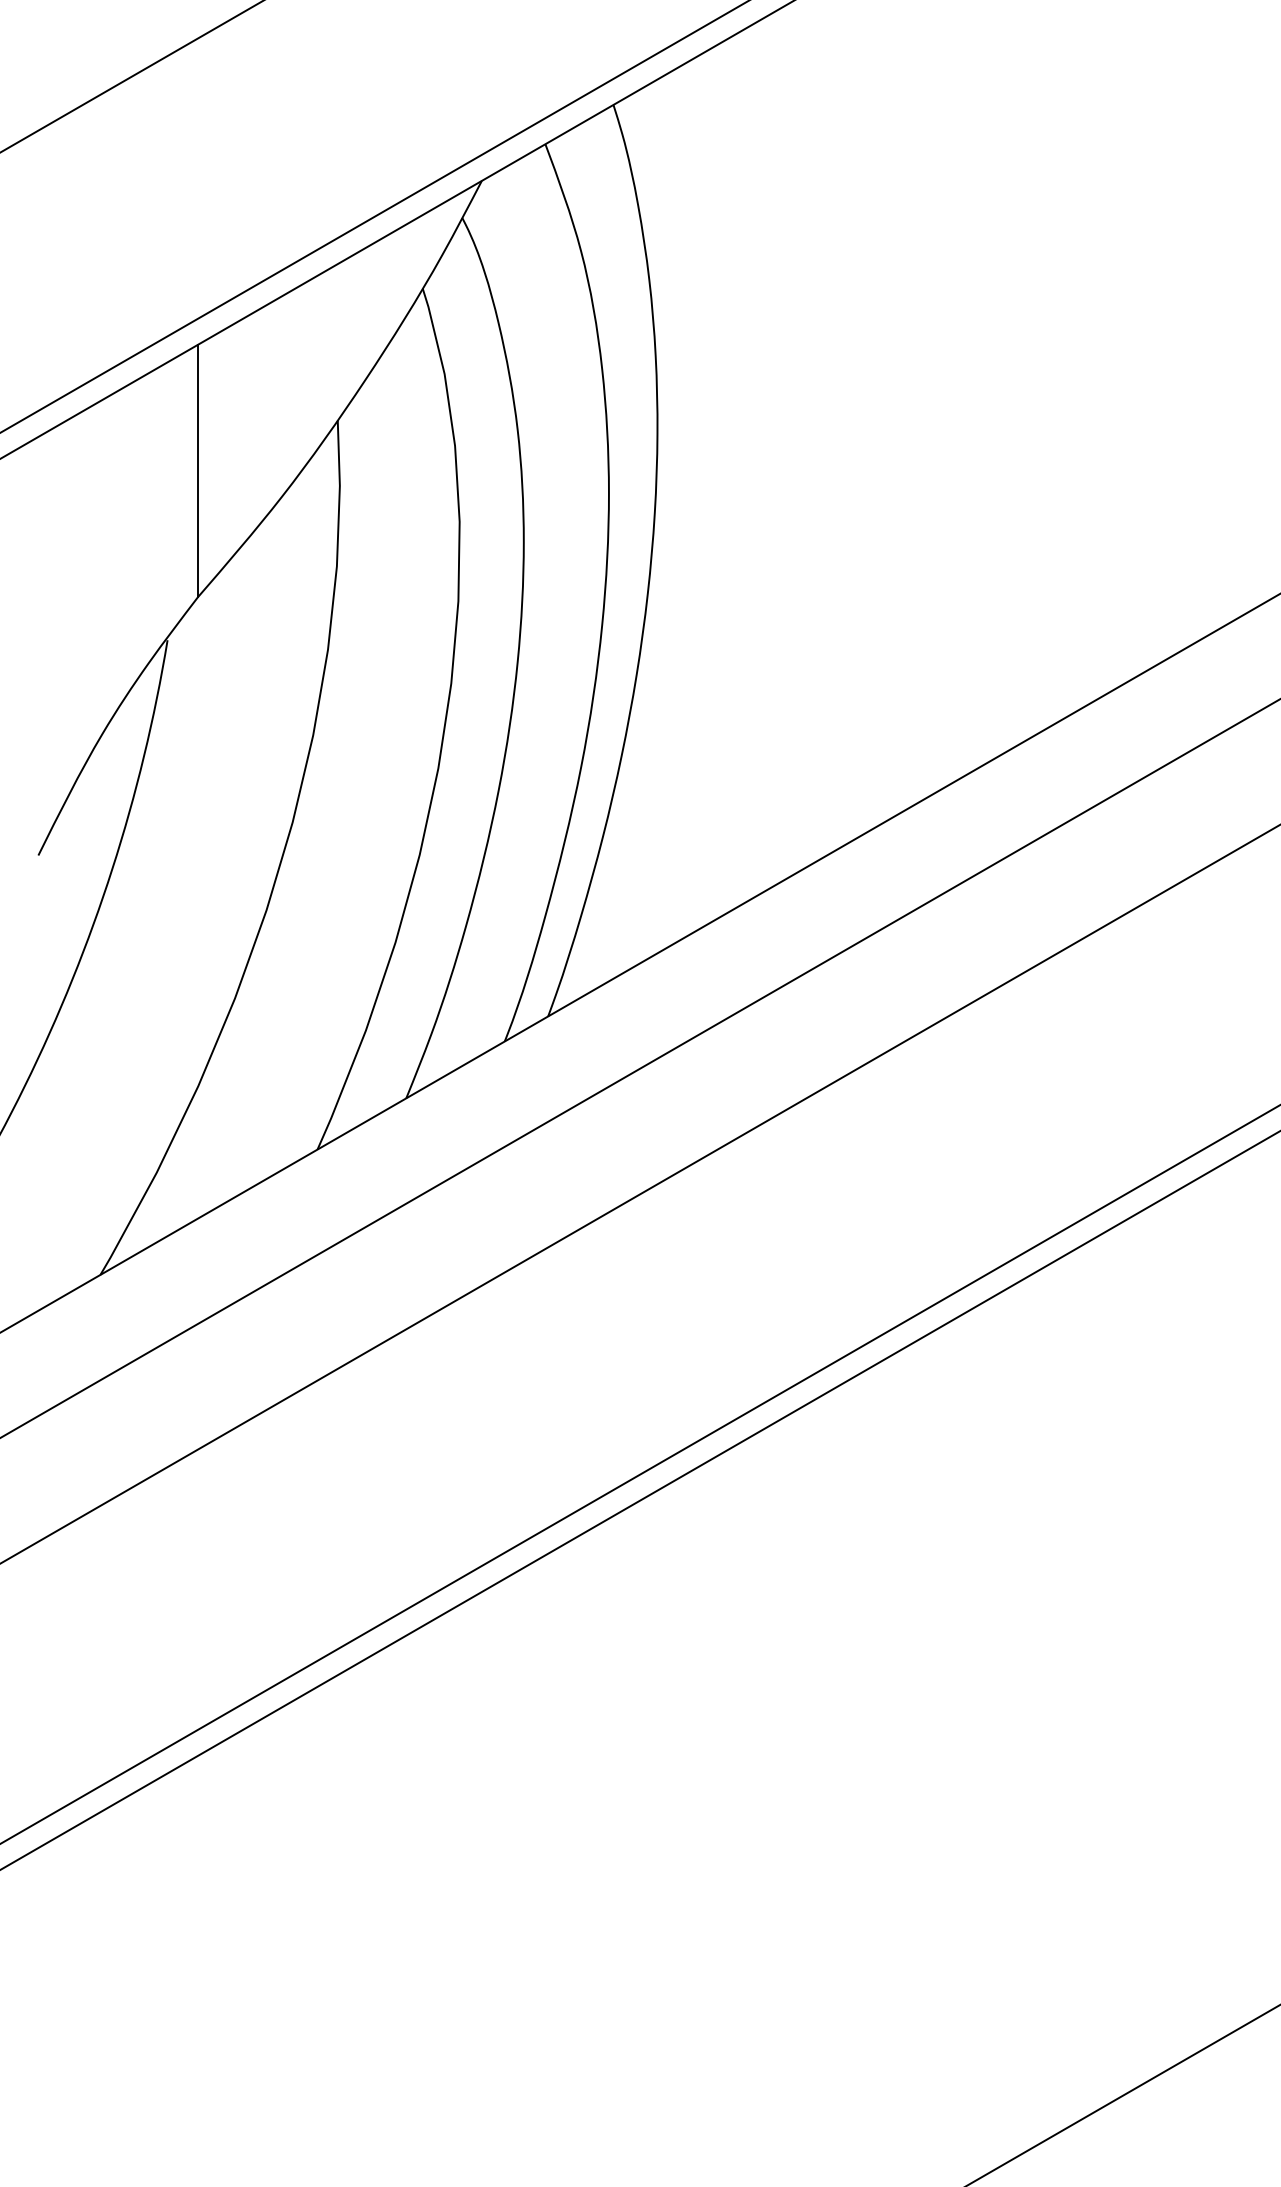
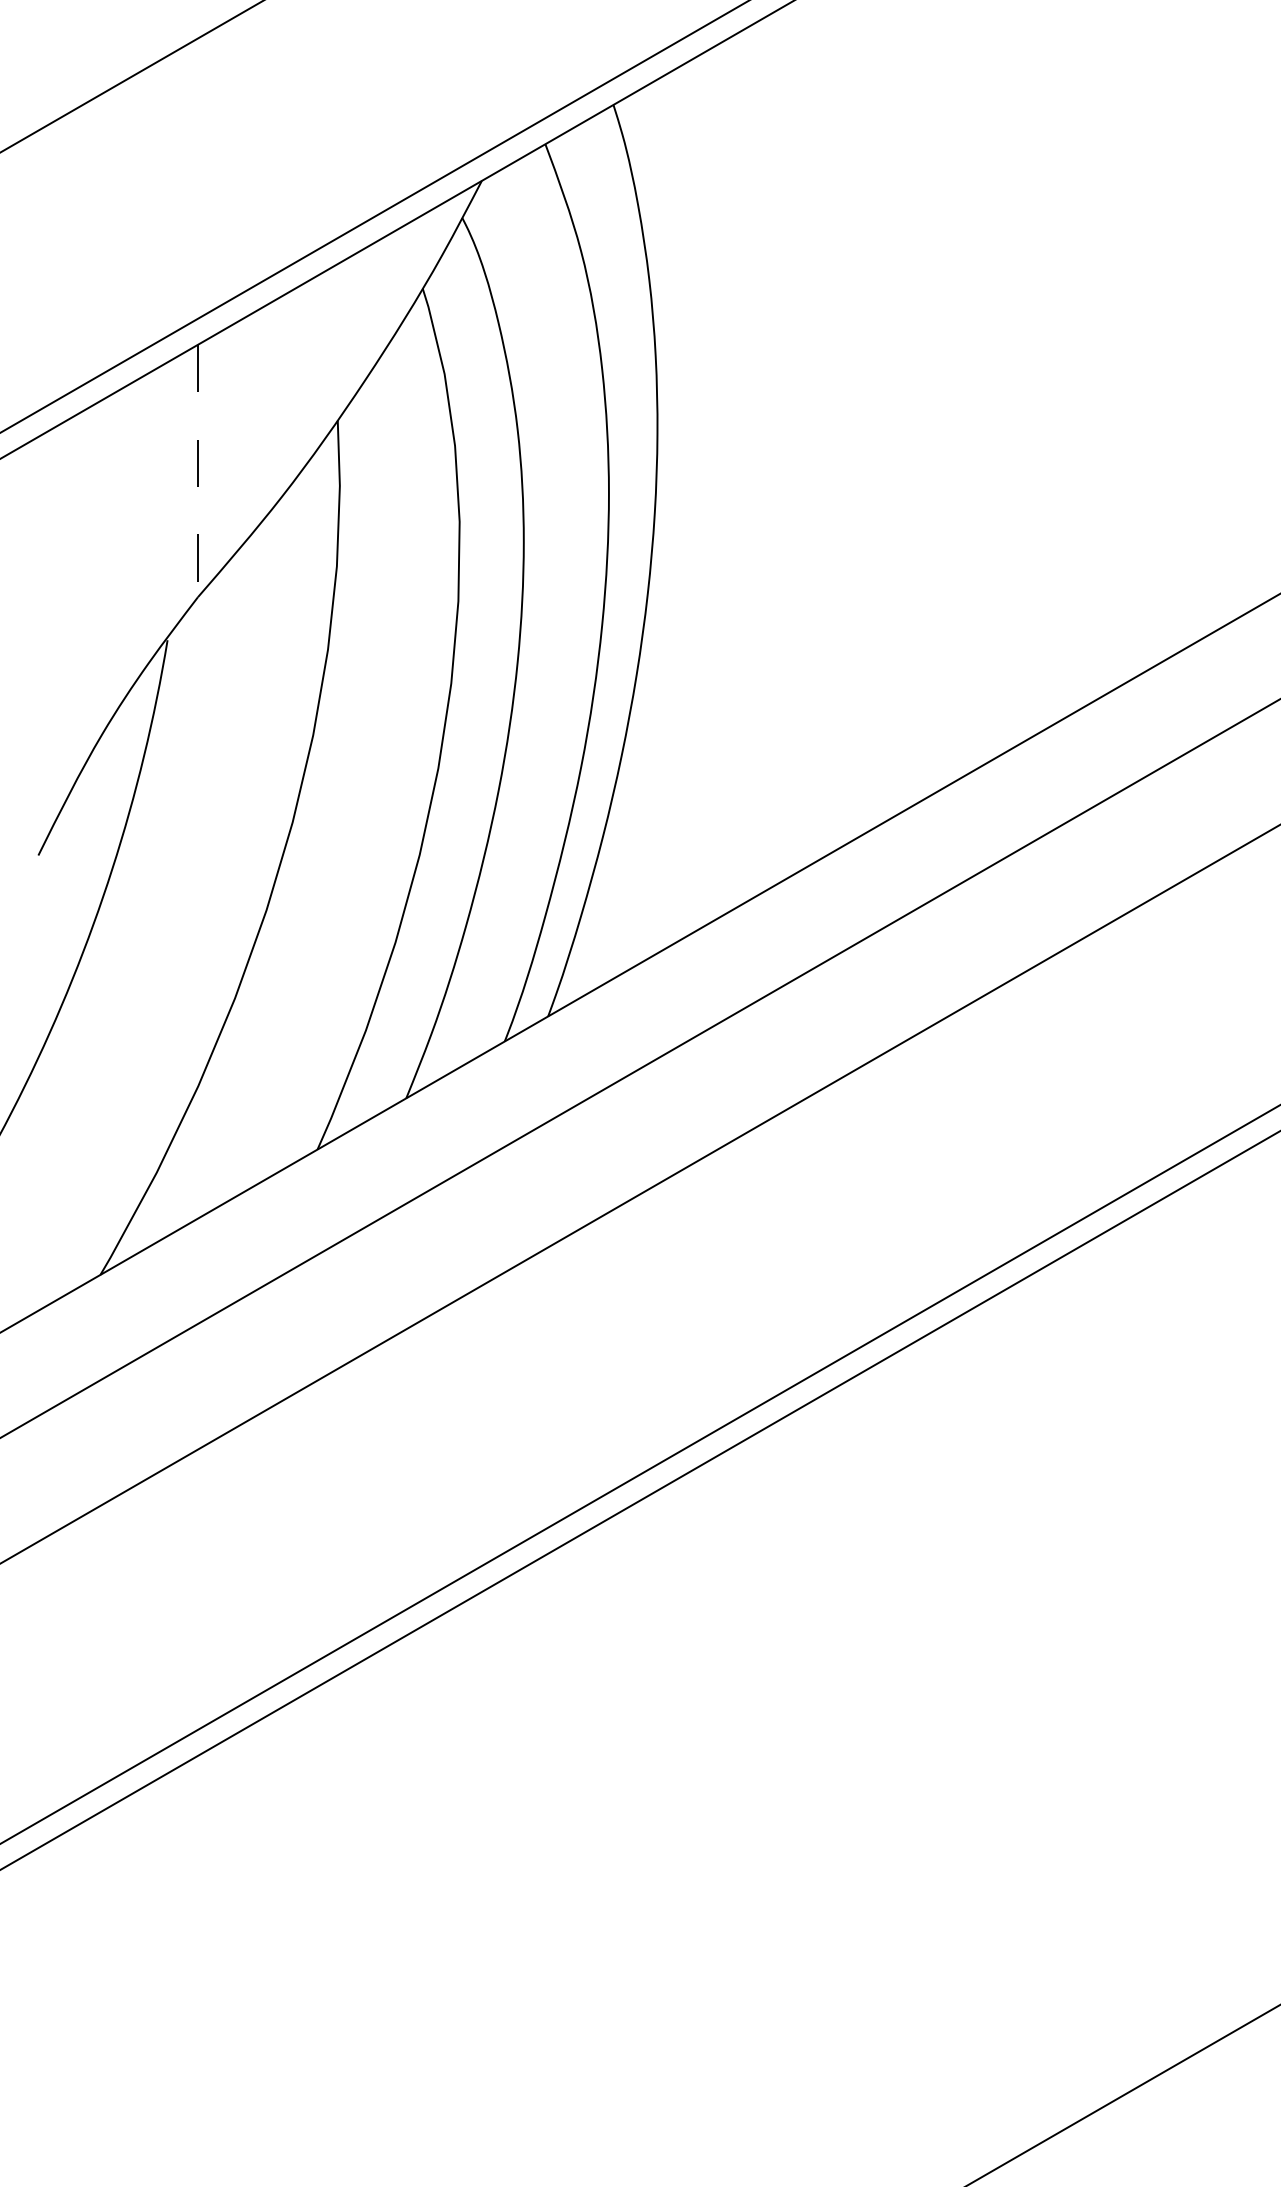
line at (197, 471): solid -> dashed
